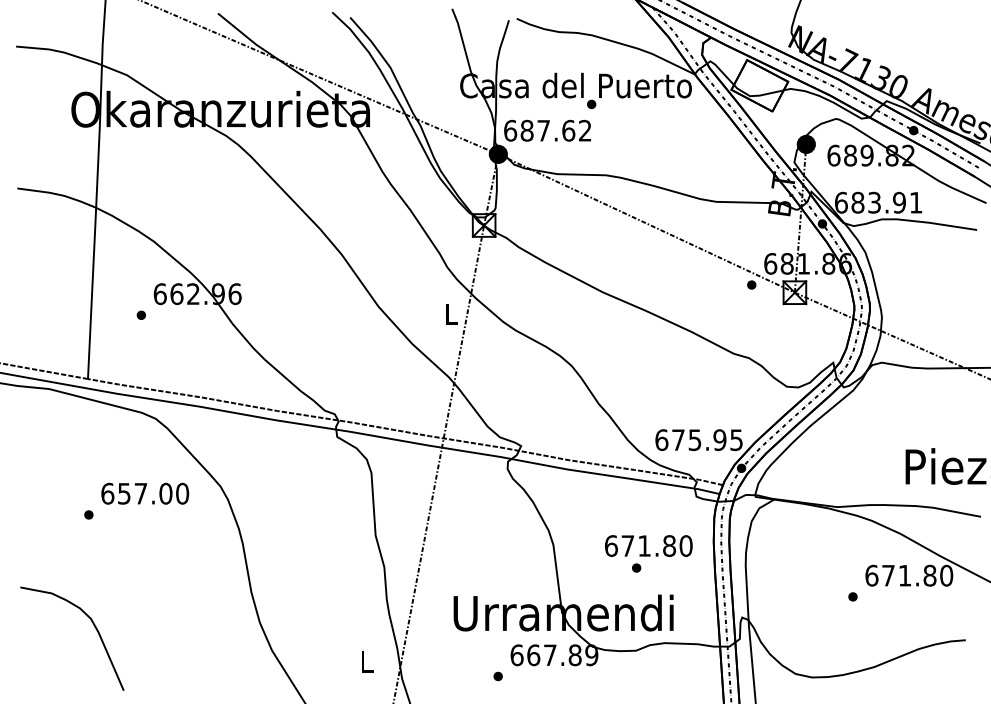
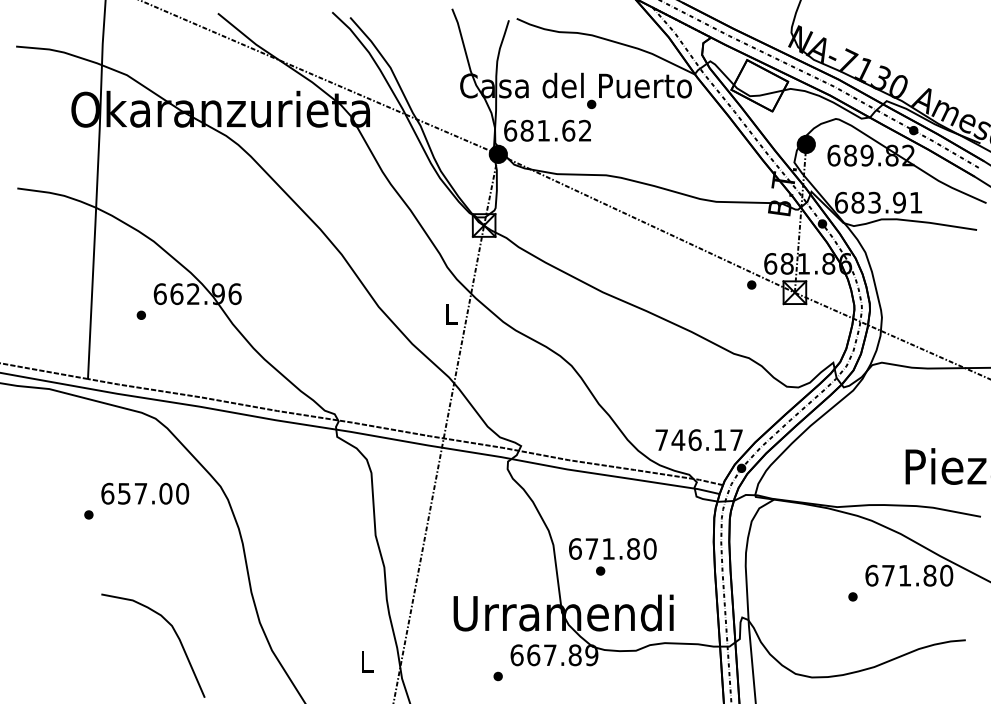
text at (543, 130): 687.62 -> 681.62
text at (698, 440): 675.95 -> 746.17
text at (648, 553) position: (648, 553) -> (612, 556)
curve at (94, 627) position: (94, 627) -> (175, 634)
